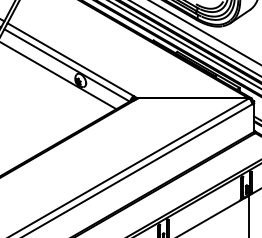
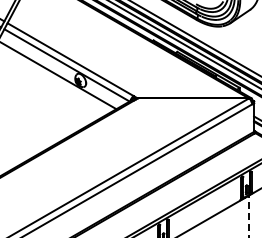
line at (205, 32): present -> none
line at (248, 216): solid -> dashed
